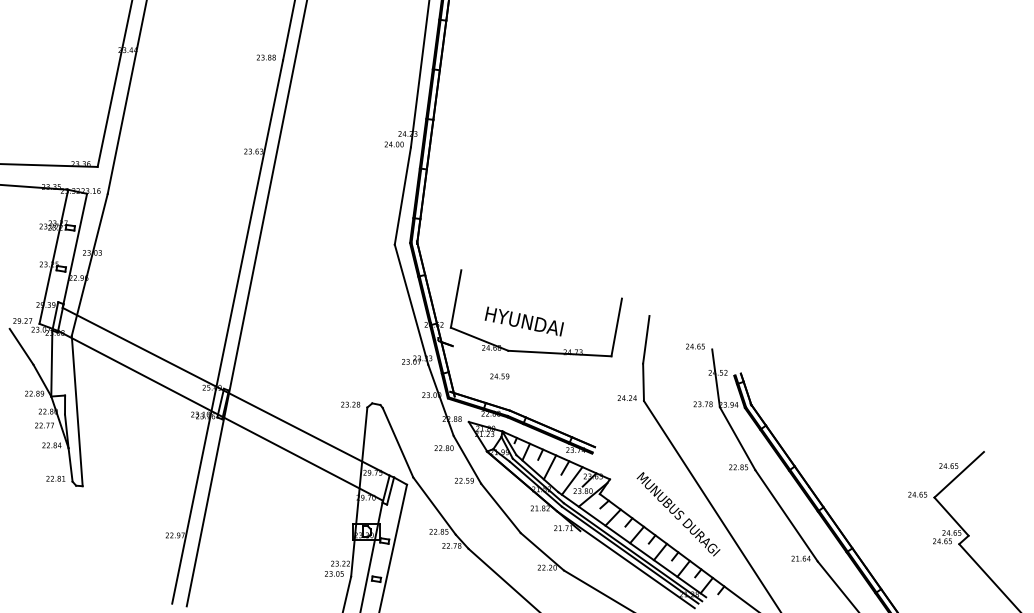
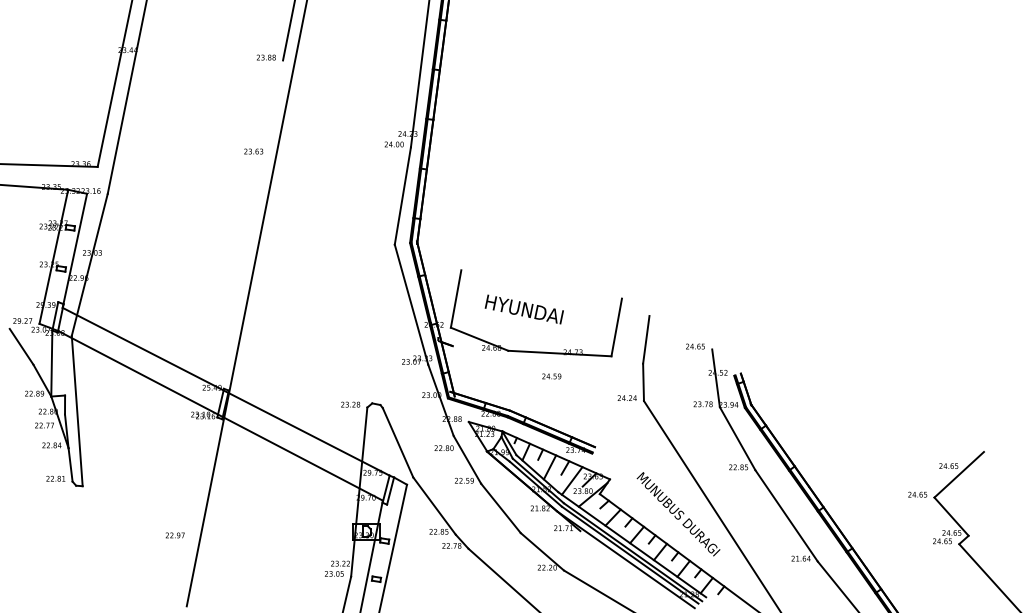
text at (523, 321) position: (523, 321) -> (523, 309)
line at (227, 331): present -> none
text at (499, 376) position: (499, 376) -> (551, 376)
